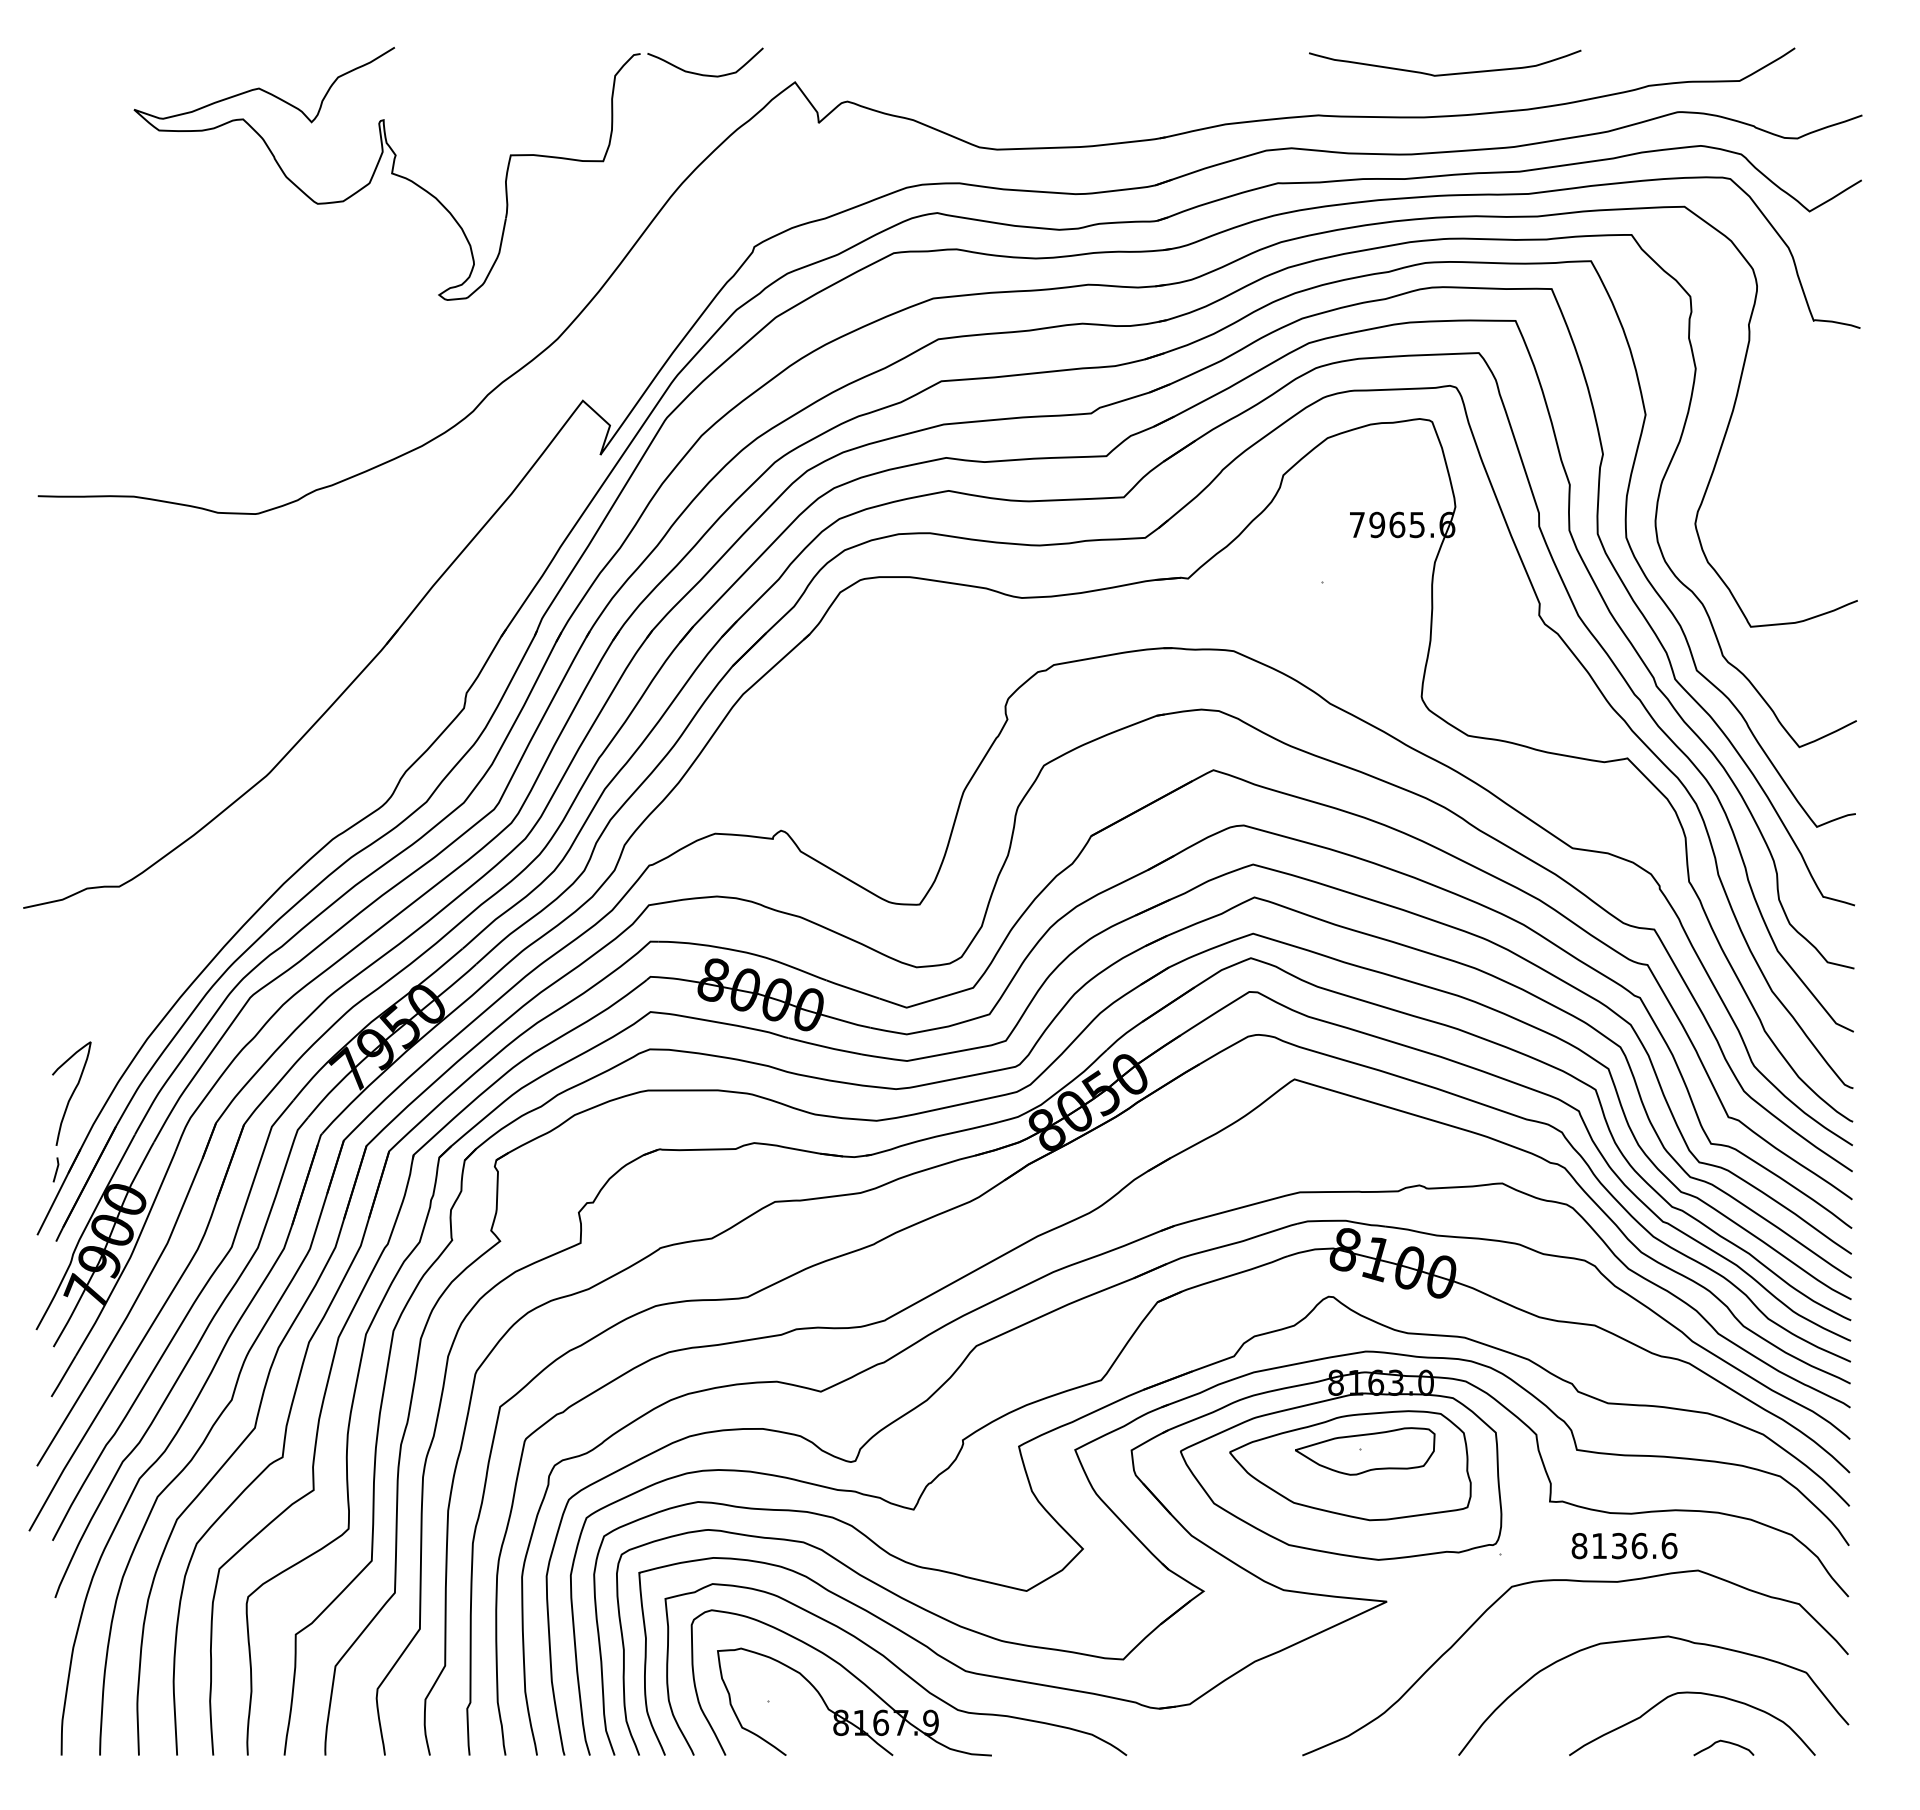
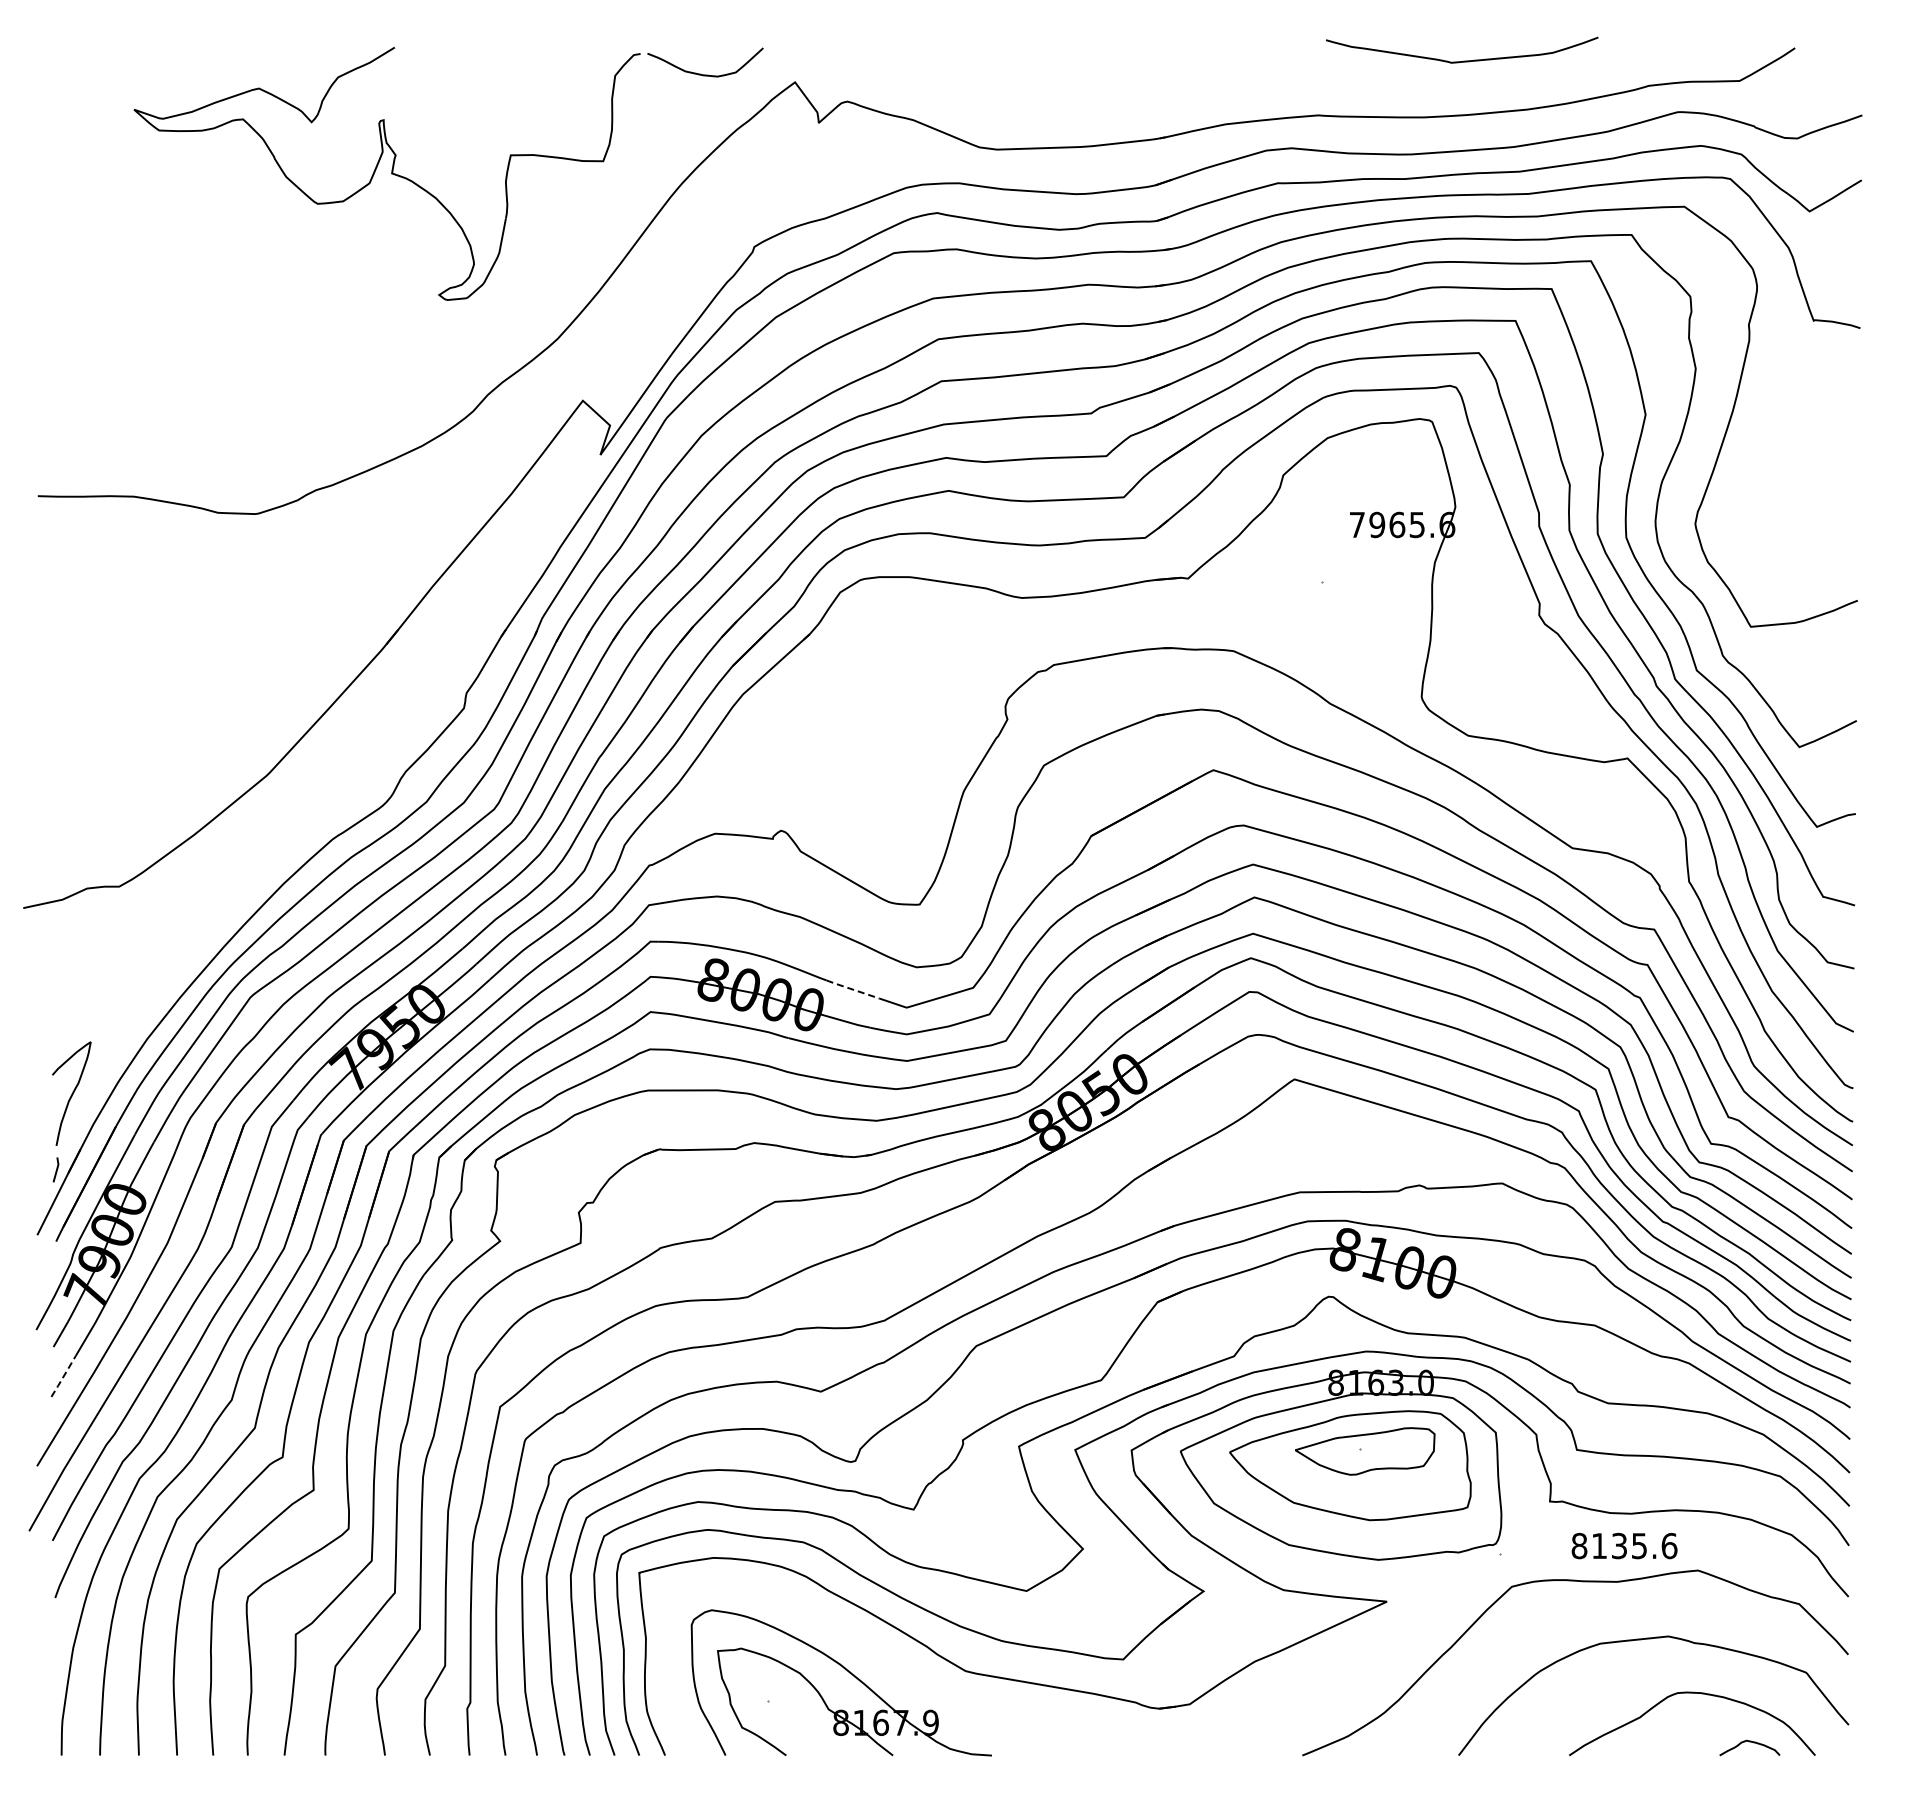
curve at (1446, 73) position: (1446, 73) -> (1463, 60)
line at (852, 989): solid -> dashed
line at (63, 1377): solid -> dashed
text at (1639, 1545): 8136.6 -> 8135.6
curve at (896, 1667): present -> none
curve at (1723, 1742) position: (1723, 1742) -> (1749, 1742)
